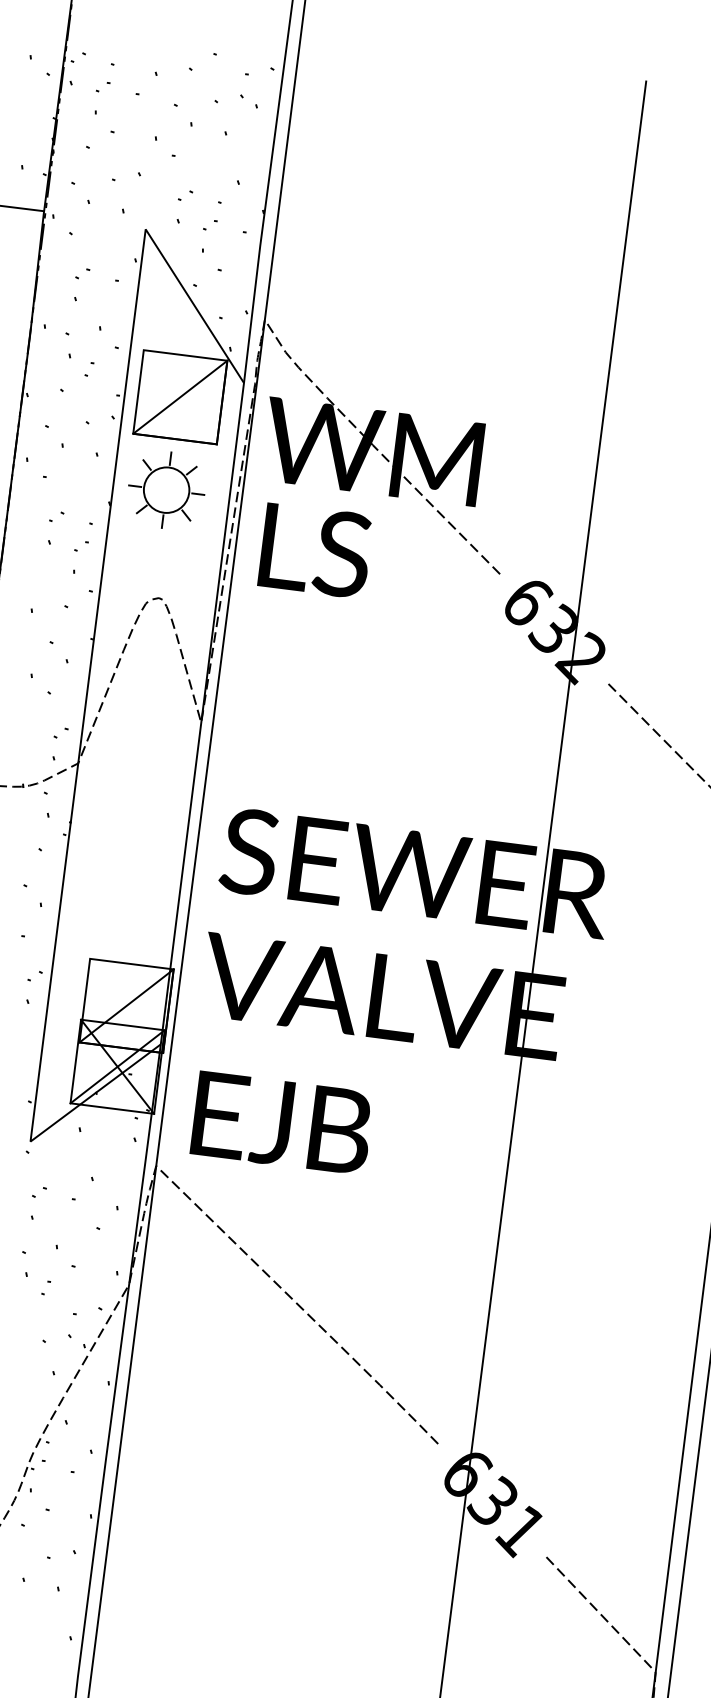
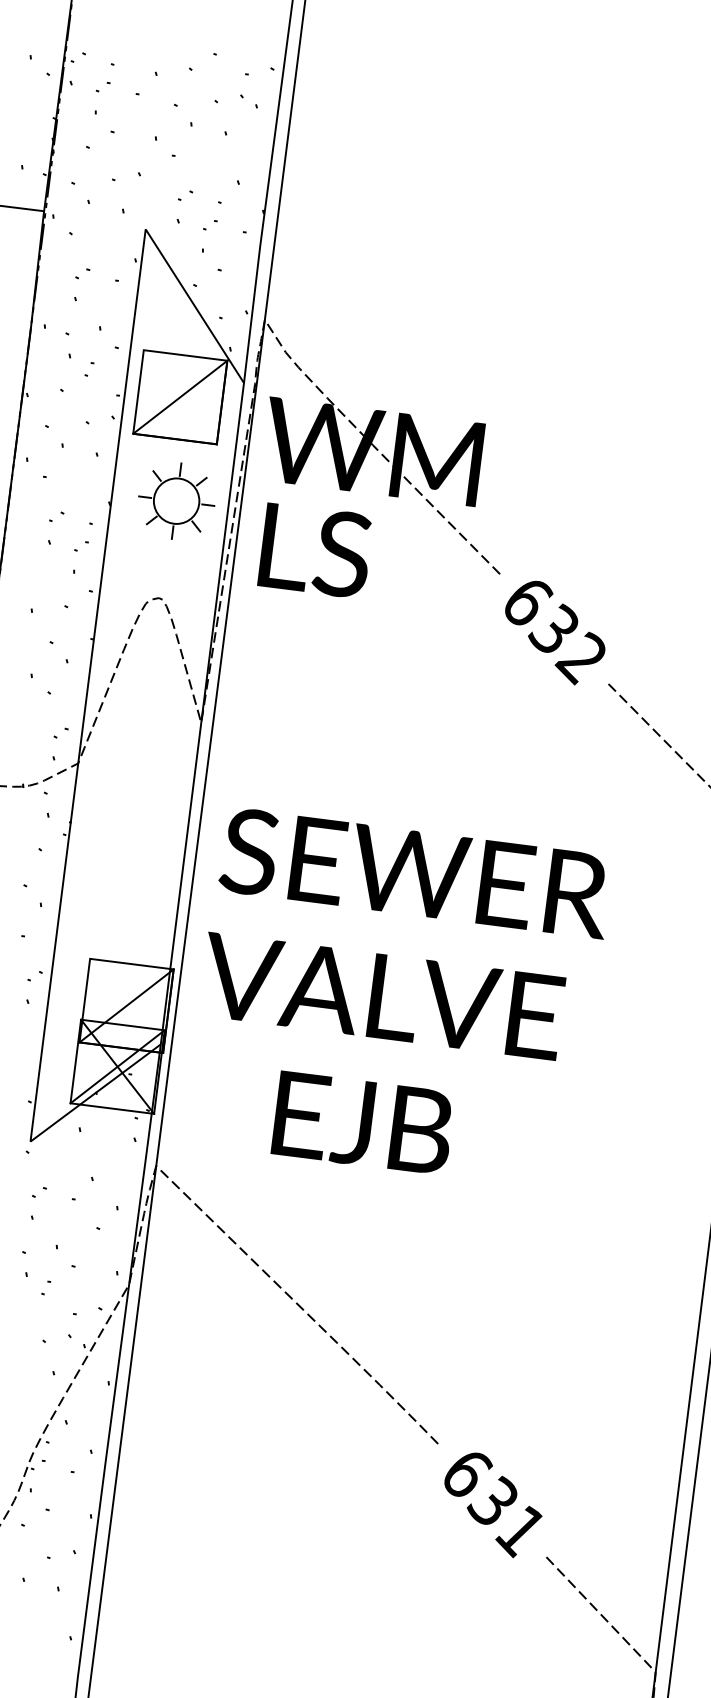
part at (166, 489) position: (166, 489) -> (176, 500)
line at (543, 887): present -> none
text at (279, 1121) position: (279, 1121) -> (360, 1121)
